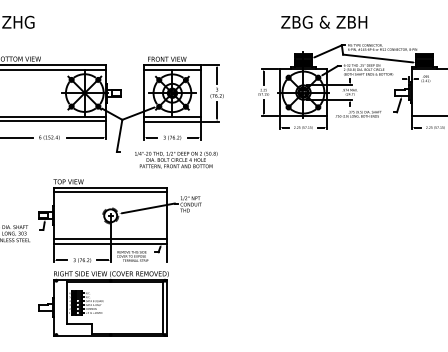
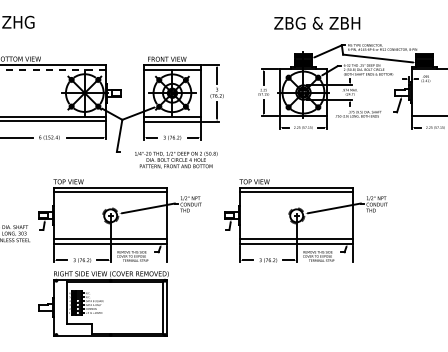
text at (324, 21) position: (324, 21) -> (317, 22)
line at (53, 69): solid -> dashed
part at (305, 220): none -> present
